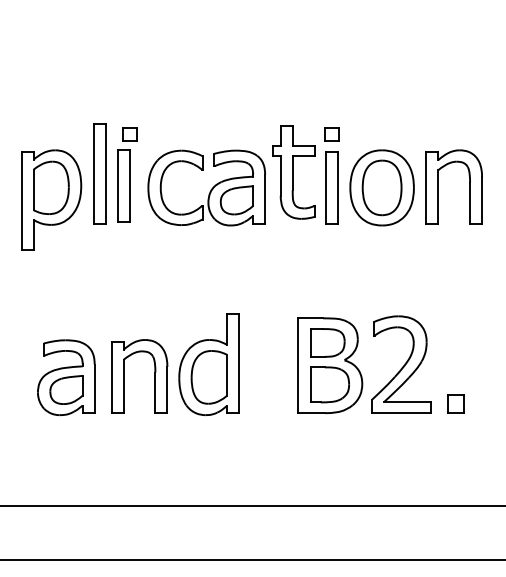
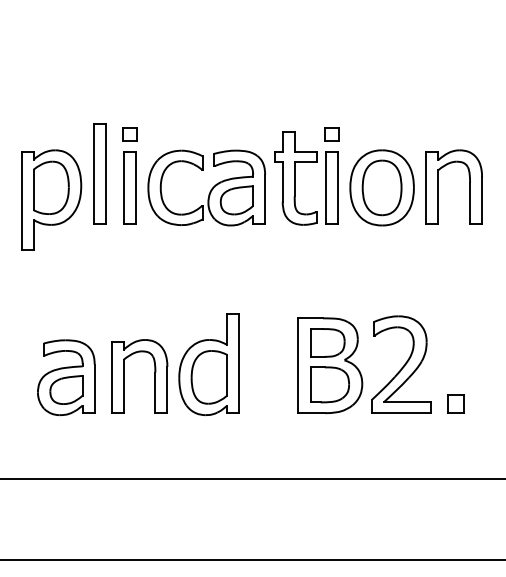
part at (293, 172) position: (293, 172) -> (295, 178)
part at (123, 185) position: (123, 185) -> (129, 187)
line at (252, 506) position: (252, 506) -> (252, 479)
